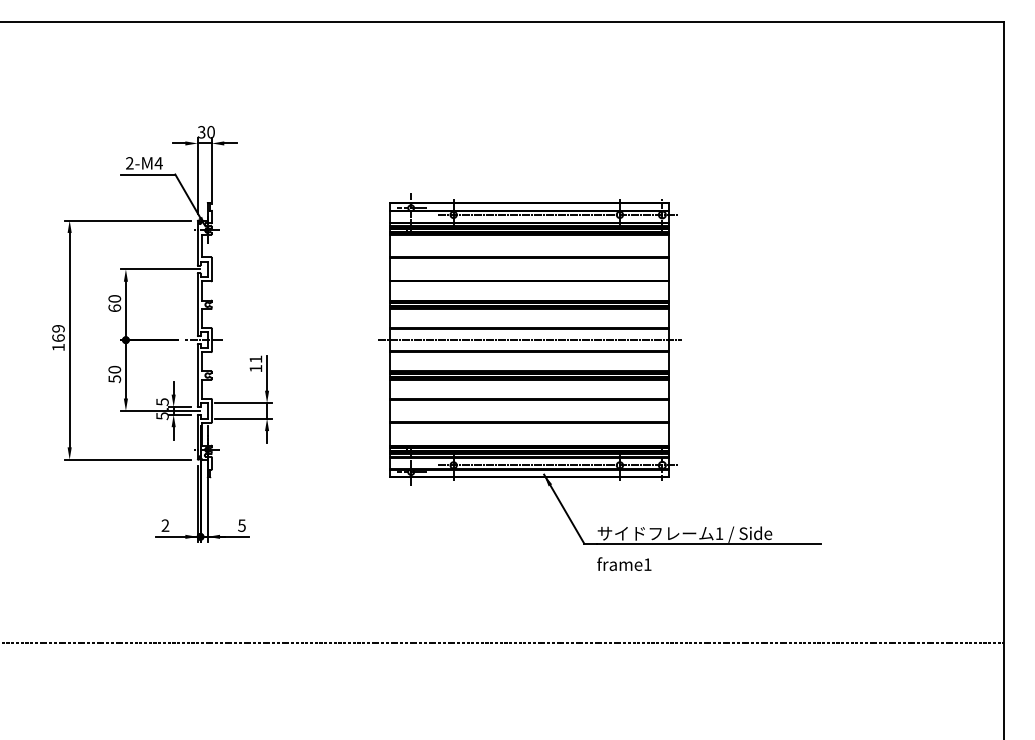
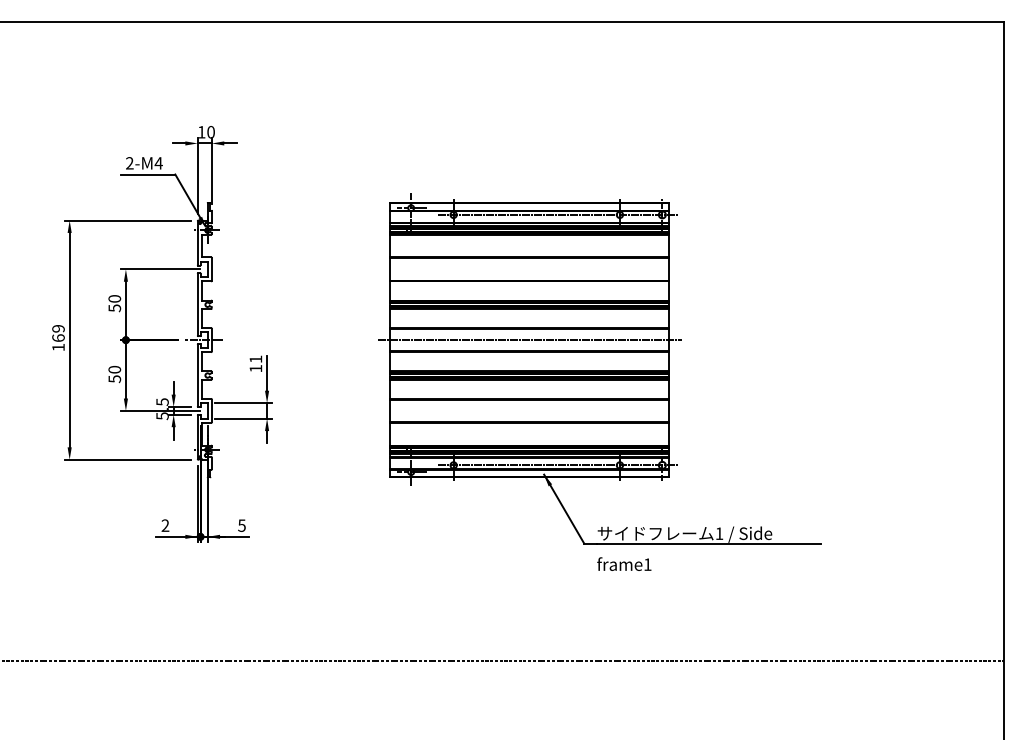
text at (201, 132): 30 -> 10
text at (114, 308): 60 -> 50
line at (502, 642) position: (502, 642) -> (502, 660)
